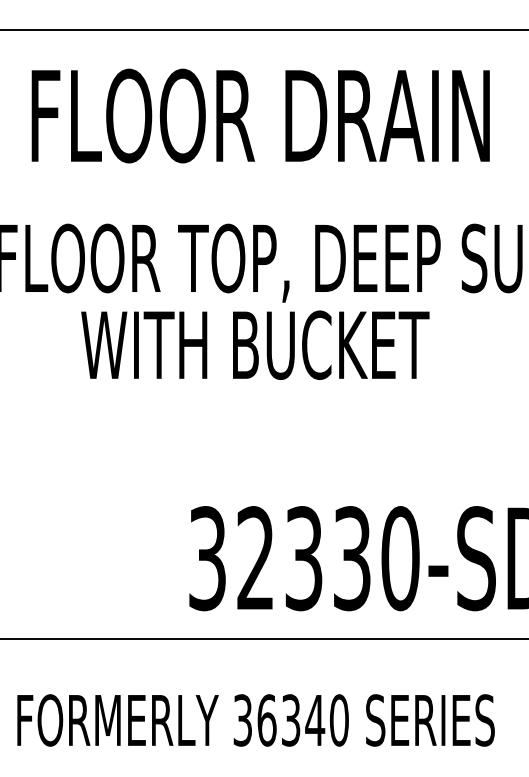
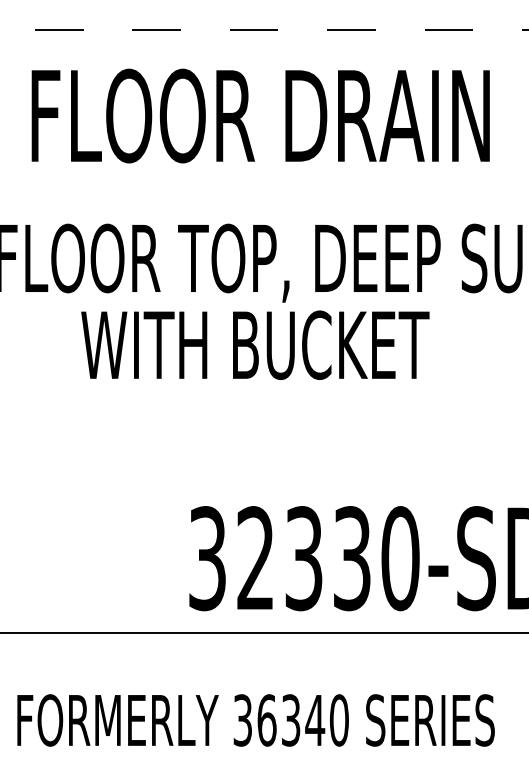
line at (263, 30): solid -> dashed
line at (263, 639) position: (263, 639) -> (263, 633)
